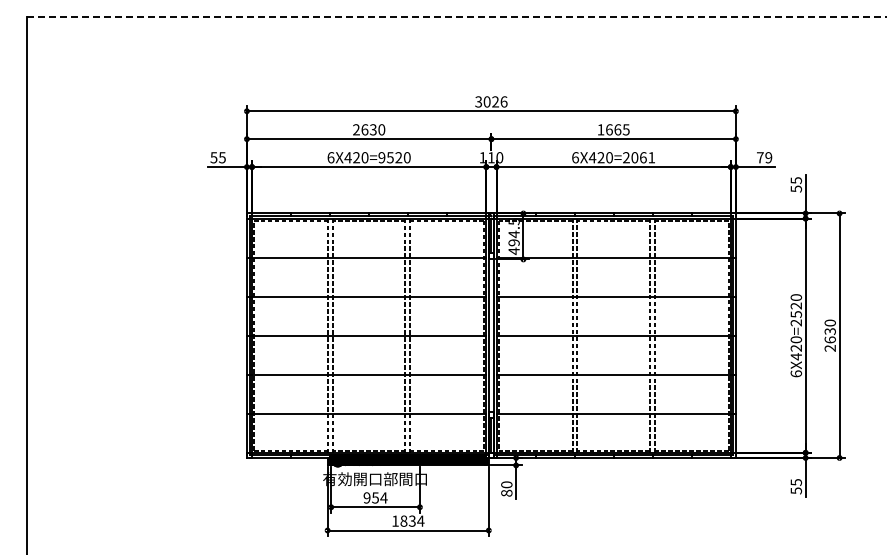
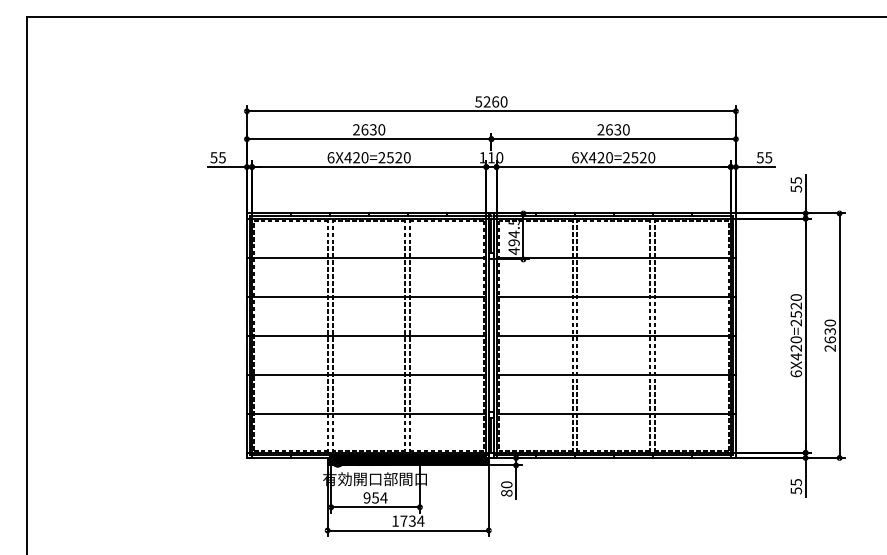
line at (456, 16): dashed -> solid
text at (491, 101): 3026 -> 5260
text at (613, 129): 1665 -> 2630
text at (381, 157): 6X420=9520 -> 6X420=2520
text at (643, 157): 6X420=2061 -> 6X420=2520
text at (764, 157): 79 -> 55
text at (403, 520): 1834 -> 1734
